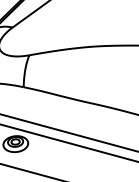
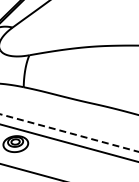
line at (69, 133): solid -> dashed
